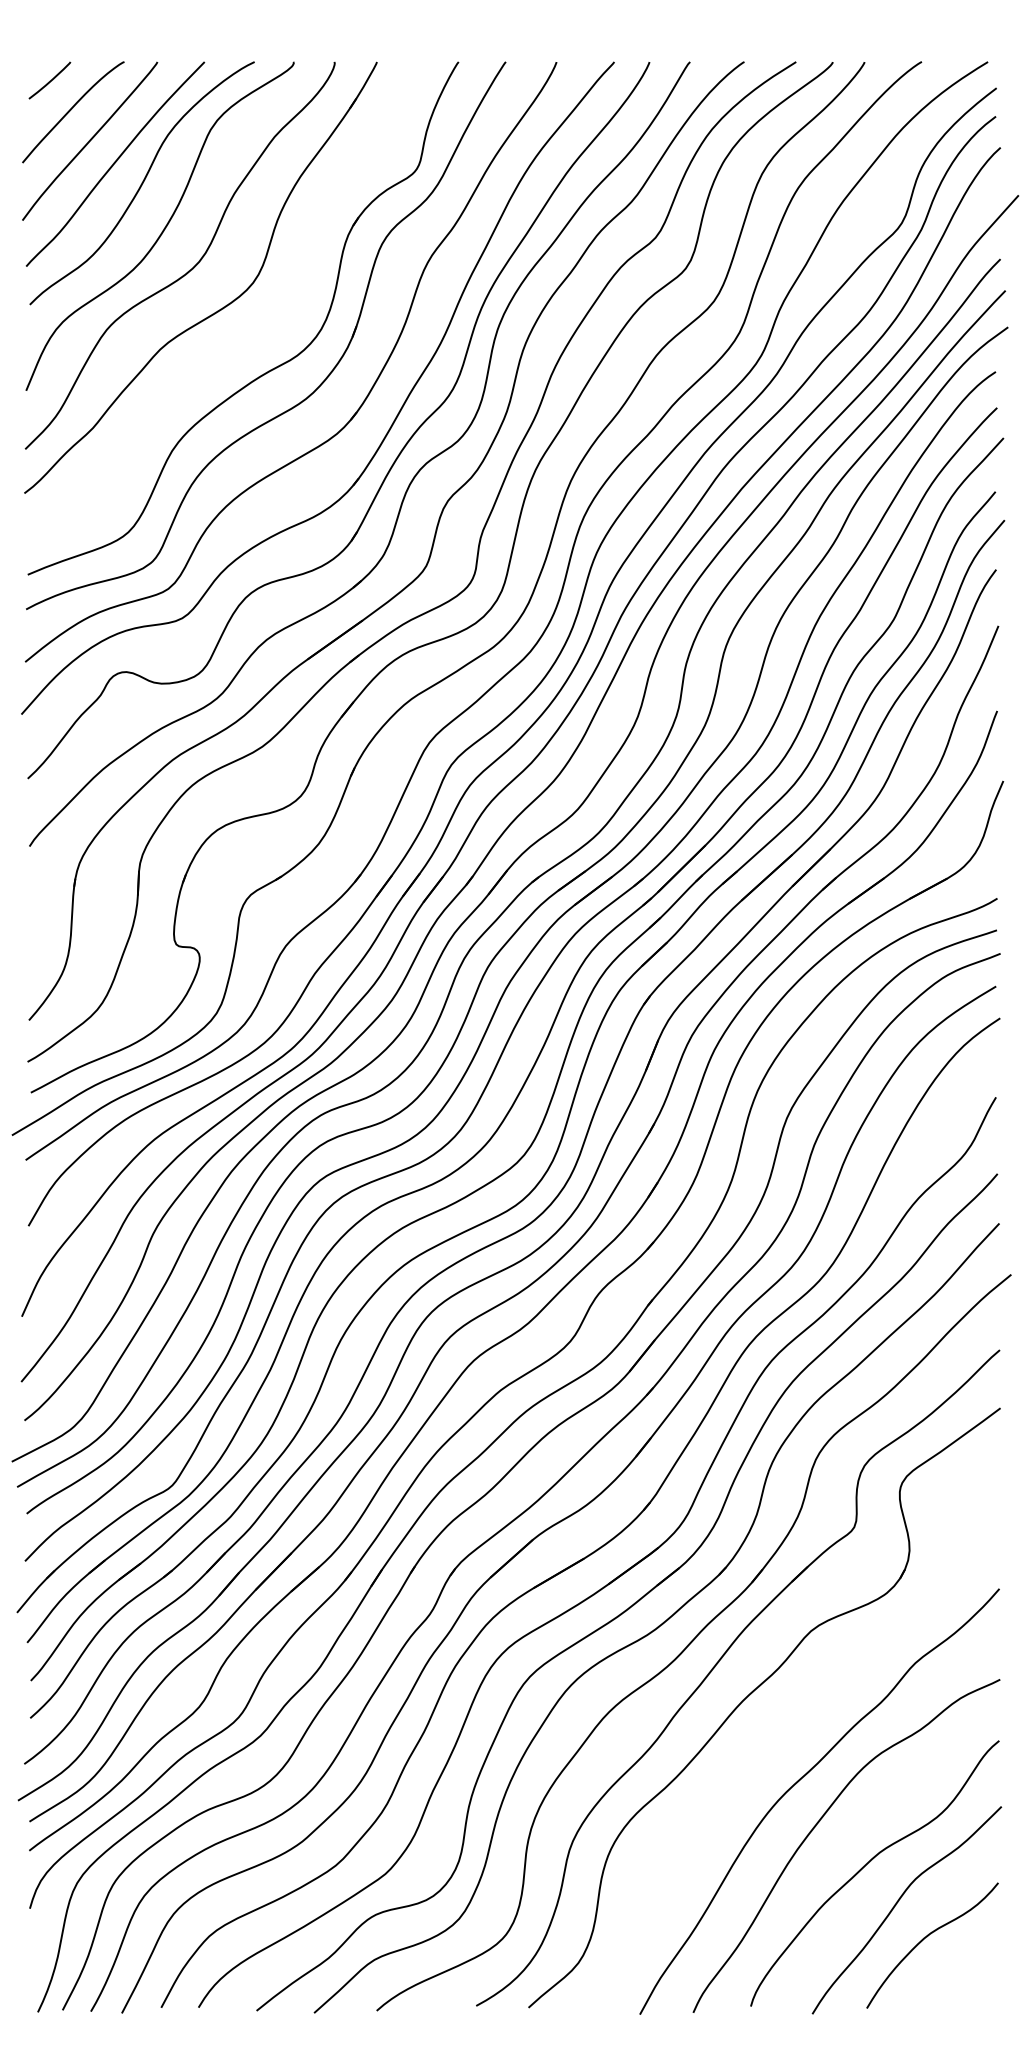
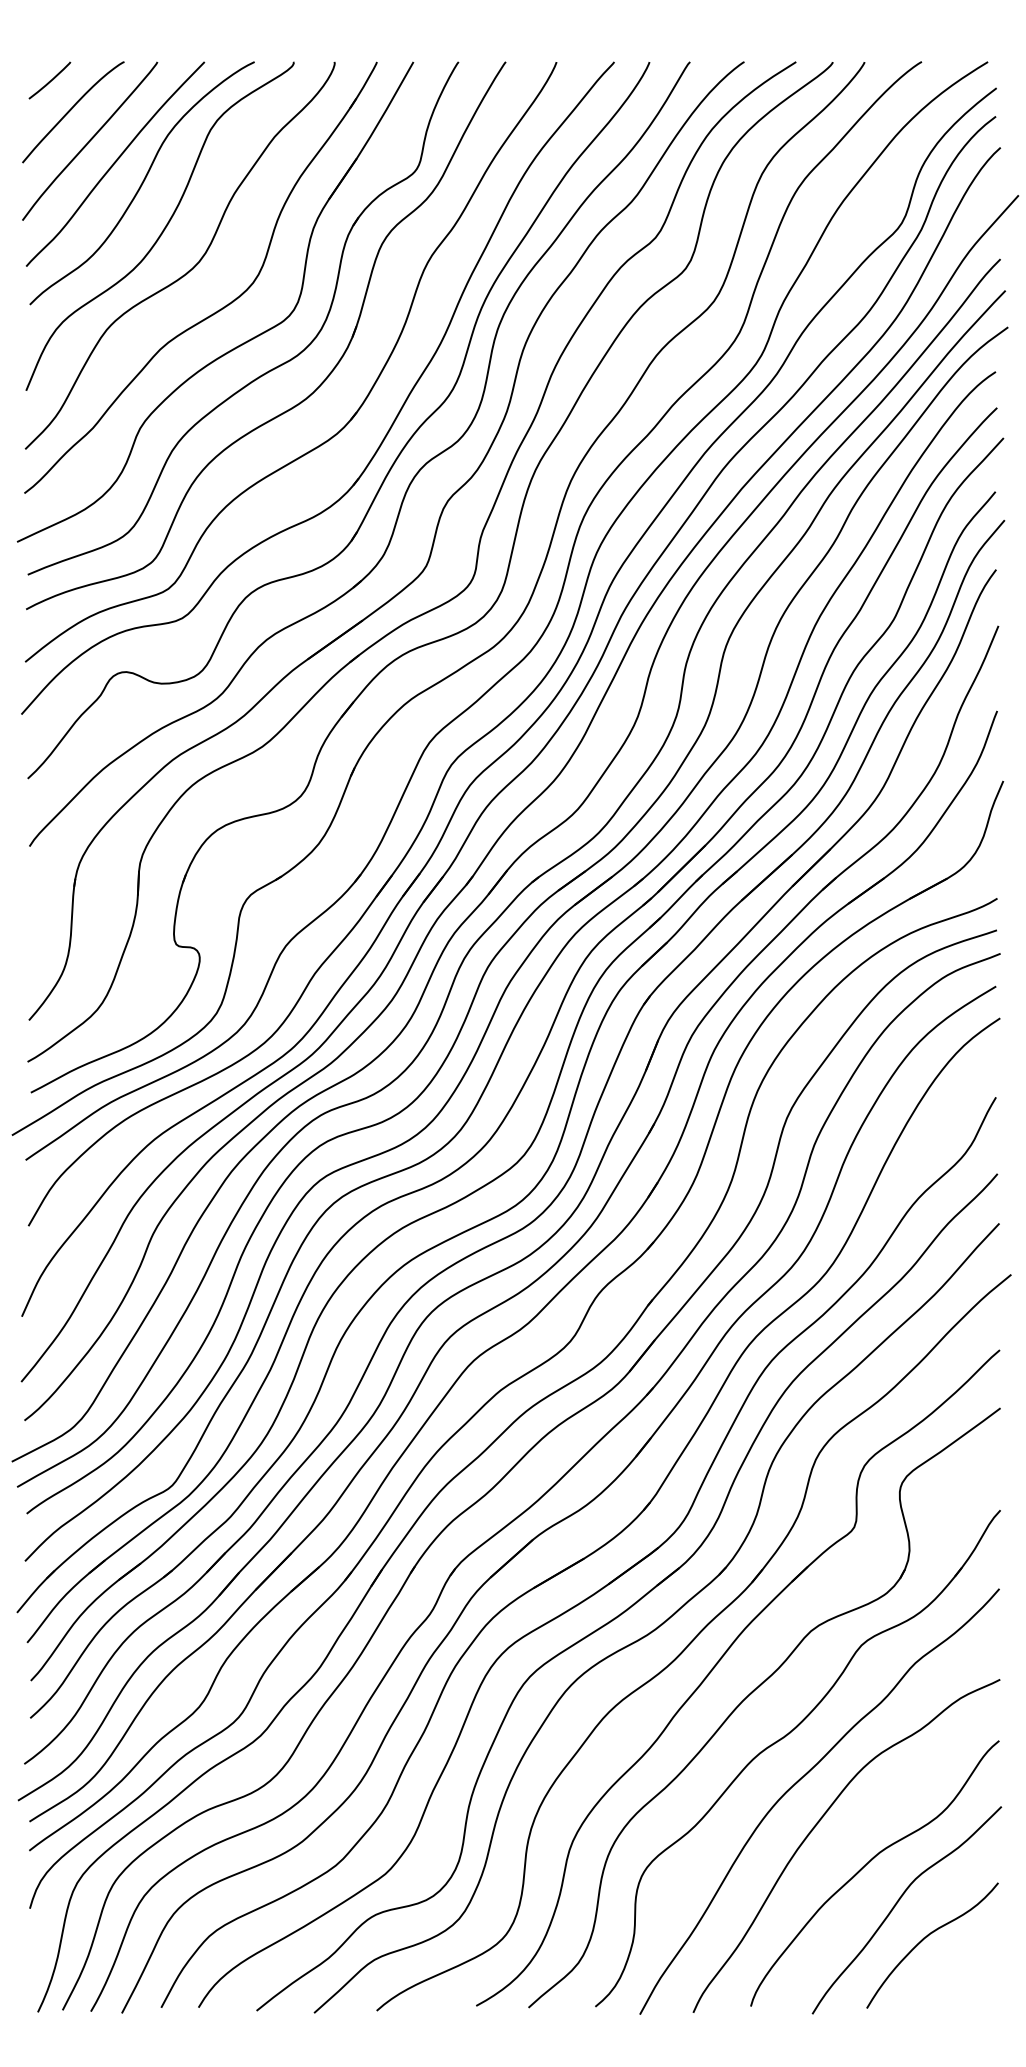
part at (241, 343): none -> present
part at (785, 1737): none -> present
